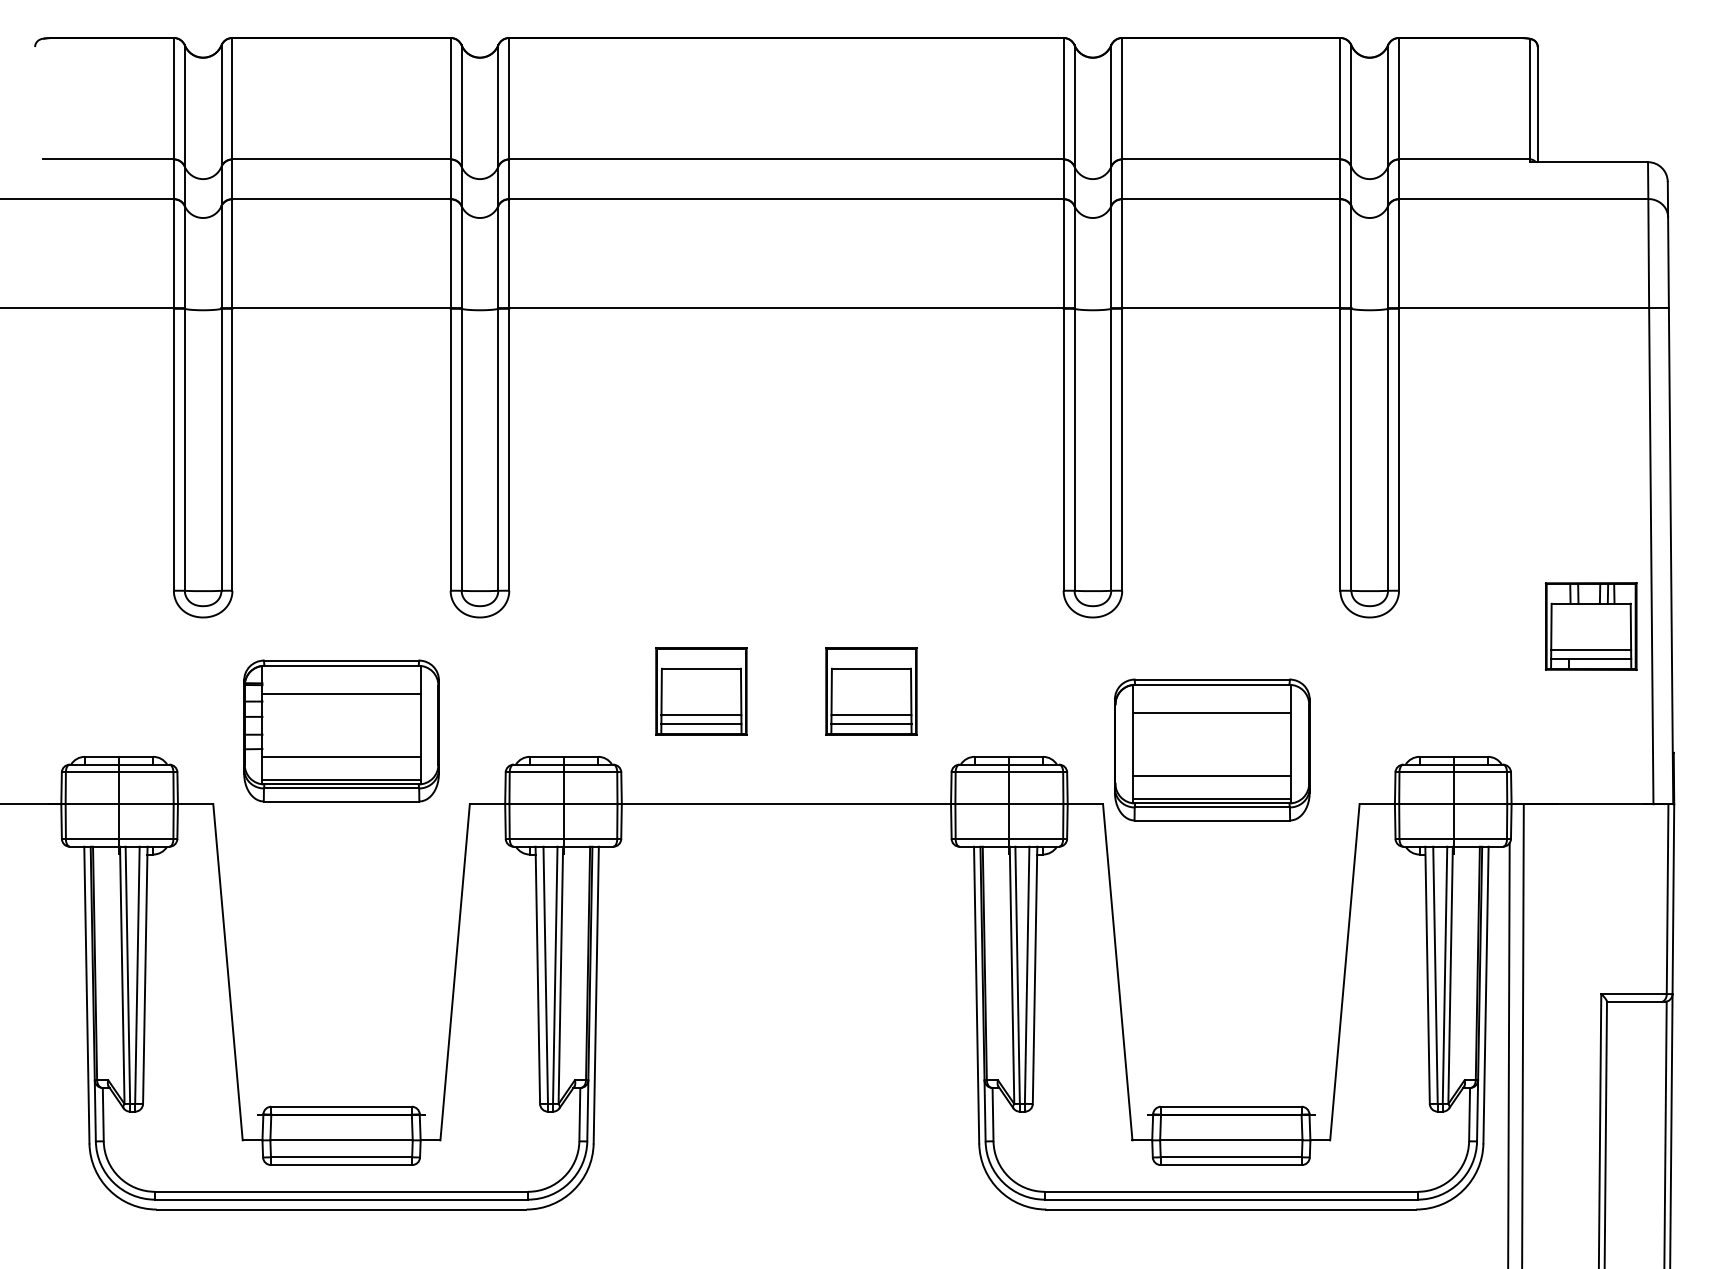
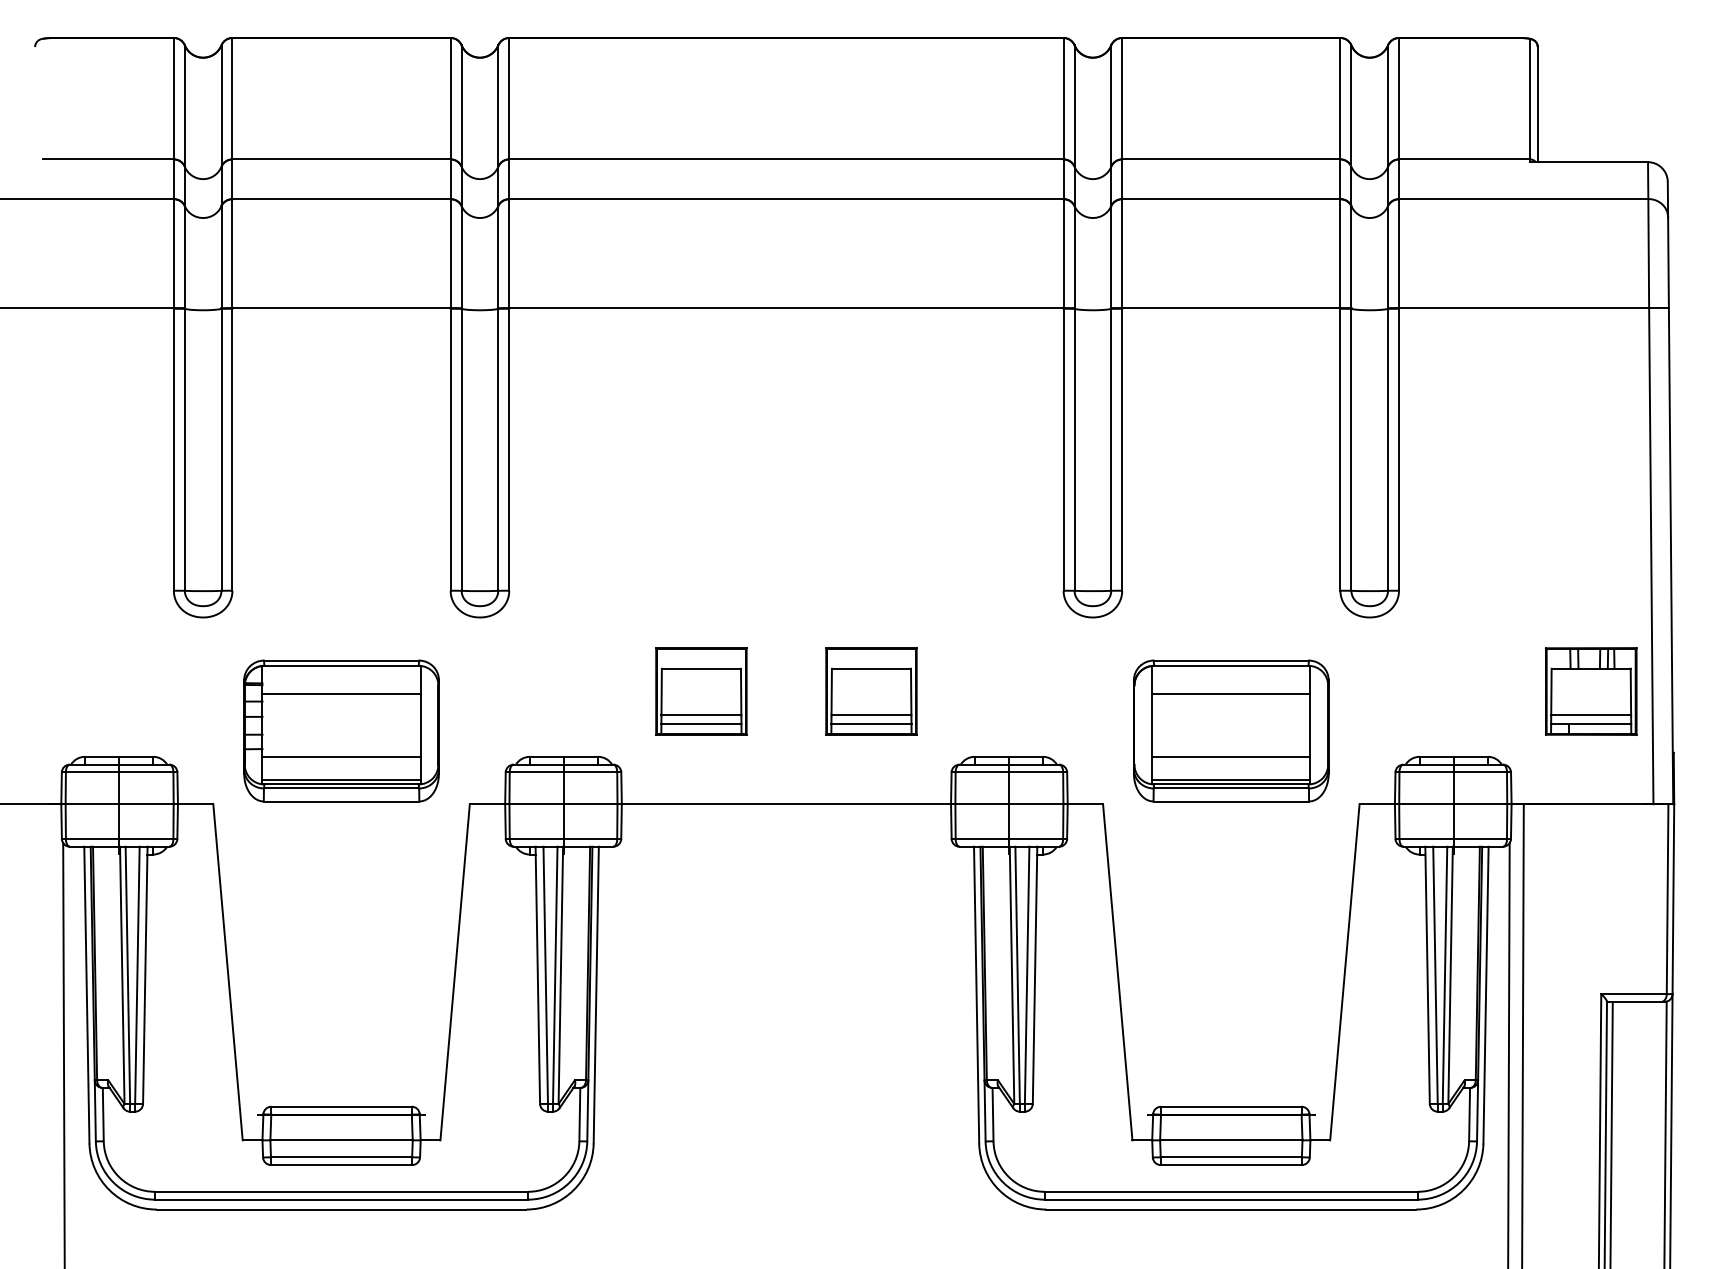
part at (1590, 626) position: (1590, 626) -> (1590, 691)
part at (1212, 749) position: (1212, 749) -> (1231, 730)
line at (63, 1054): none -> present
line at (1611, 1133): none -> present
